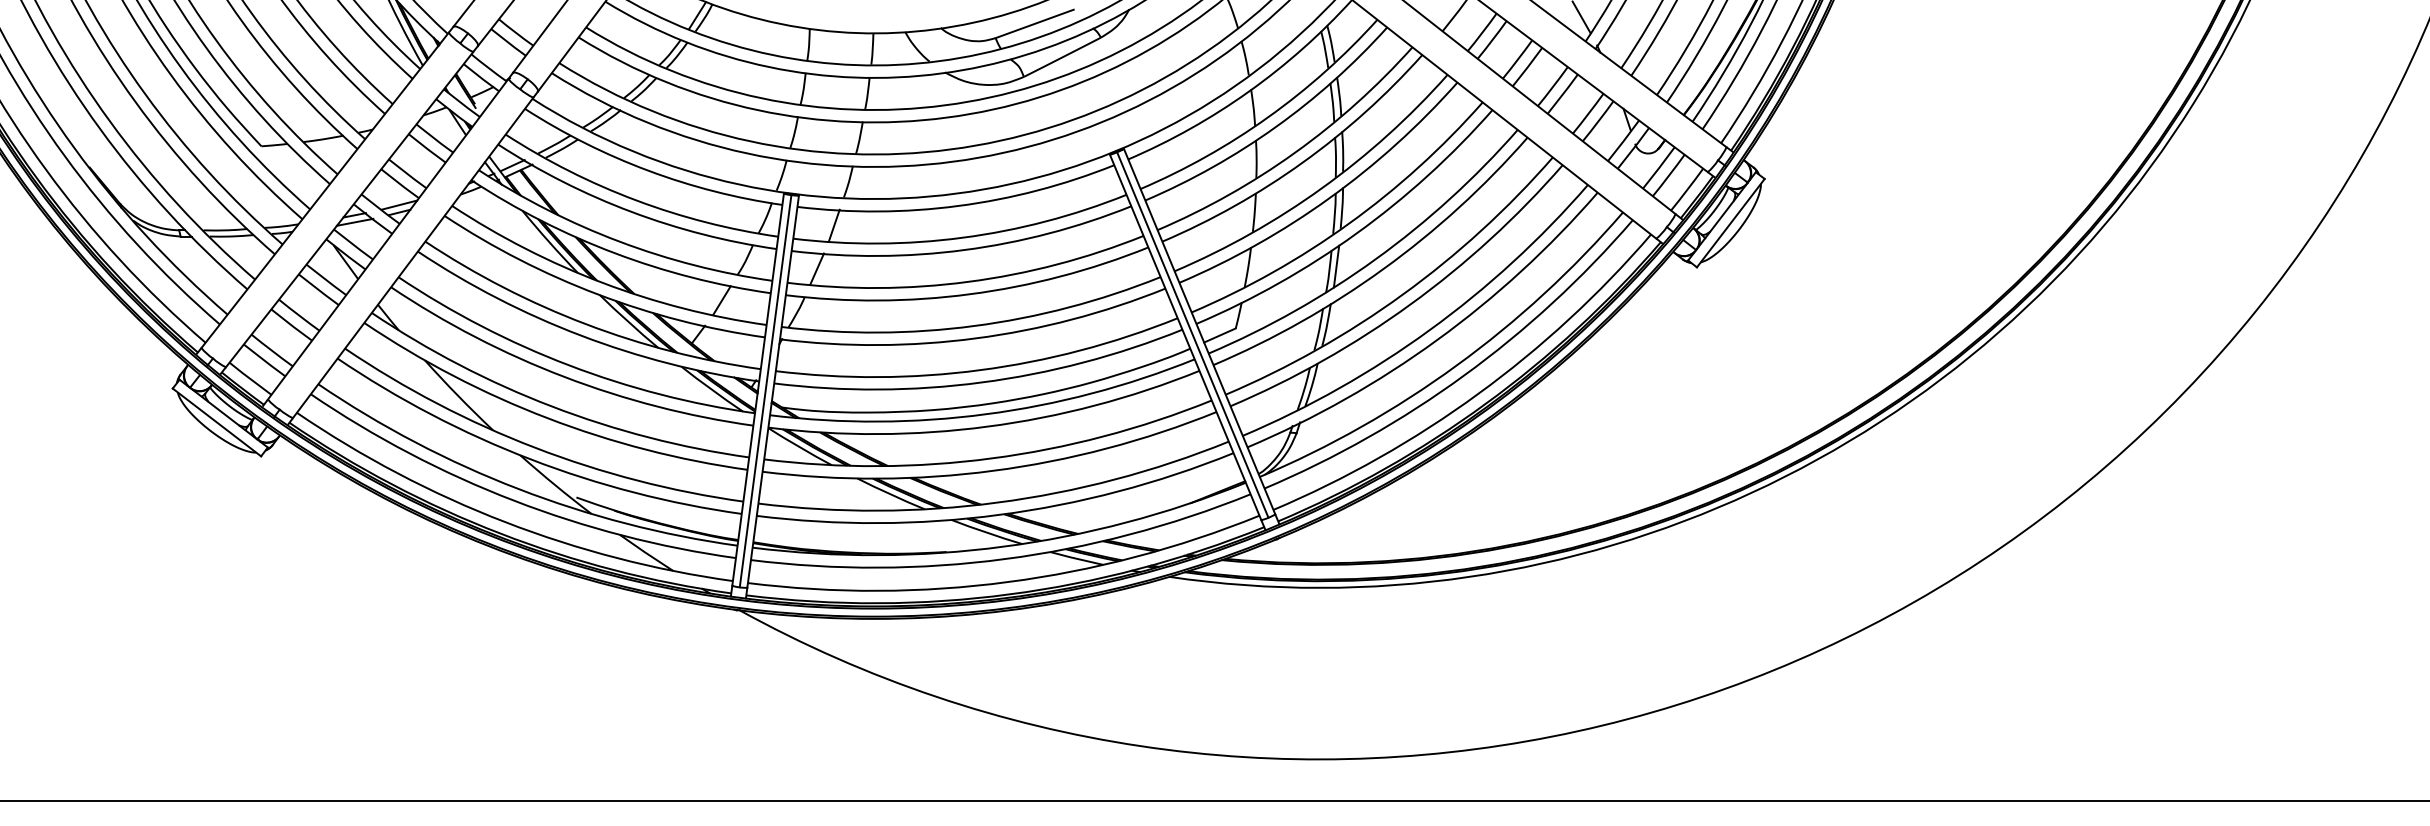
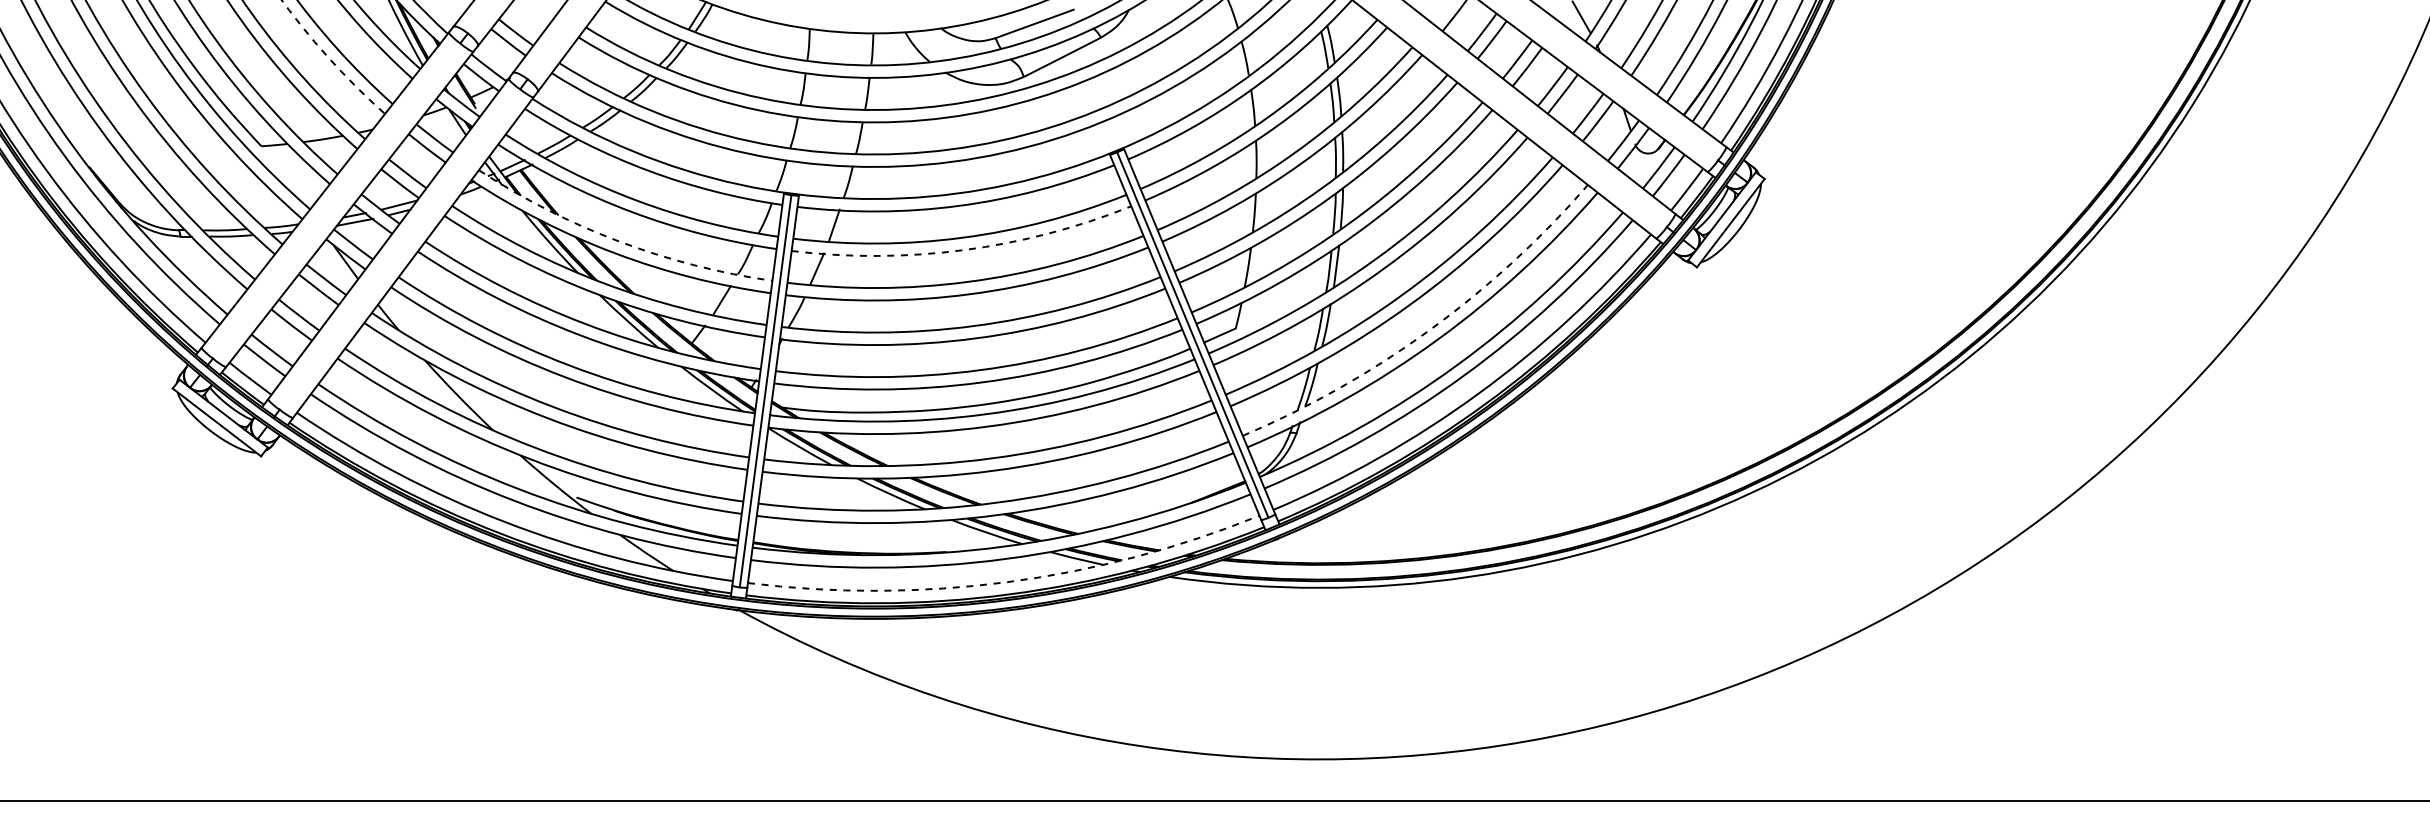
arc at (330, 59): solid -> dashed
arc at (619, 241): solid -> dashed
arc at (964, 250): solid -> dashed
arc at (1429, 330): solid -> dashed
arc at (1008, 582): solid -> dashed
